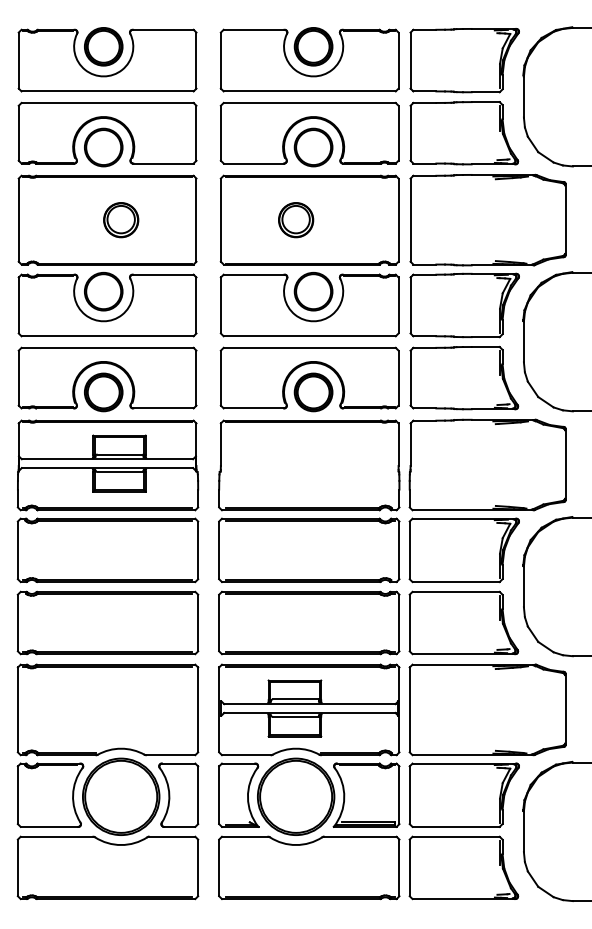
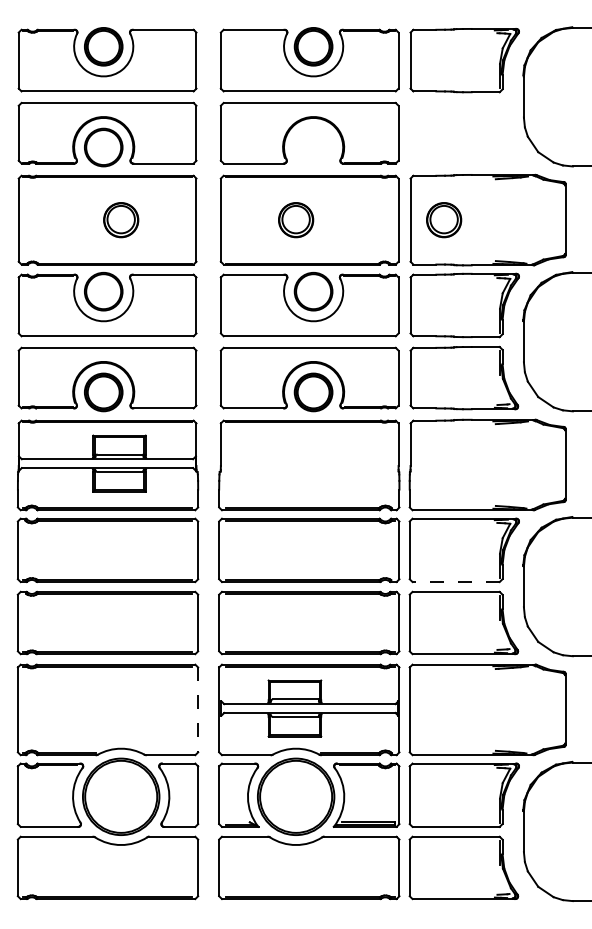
part at (464, 133): present -> none
part at (313, 147): present -> none
part at (444, 220): none -> present
line at (456, 582): solid -> dashed
line at (198, 710): solid -> dashed
